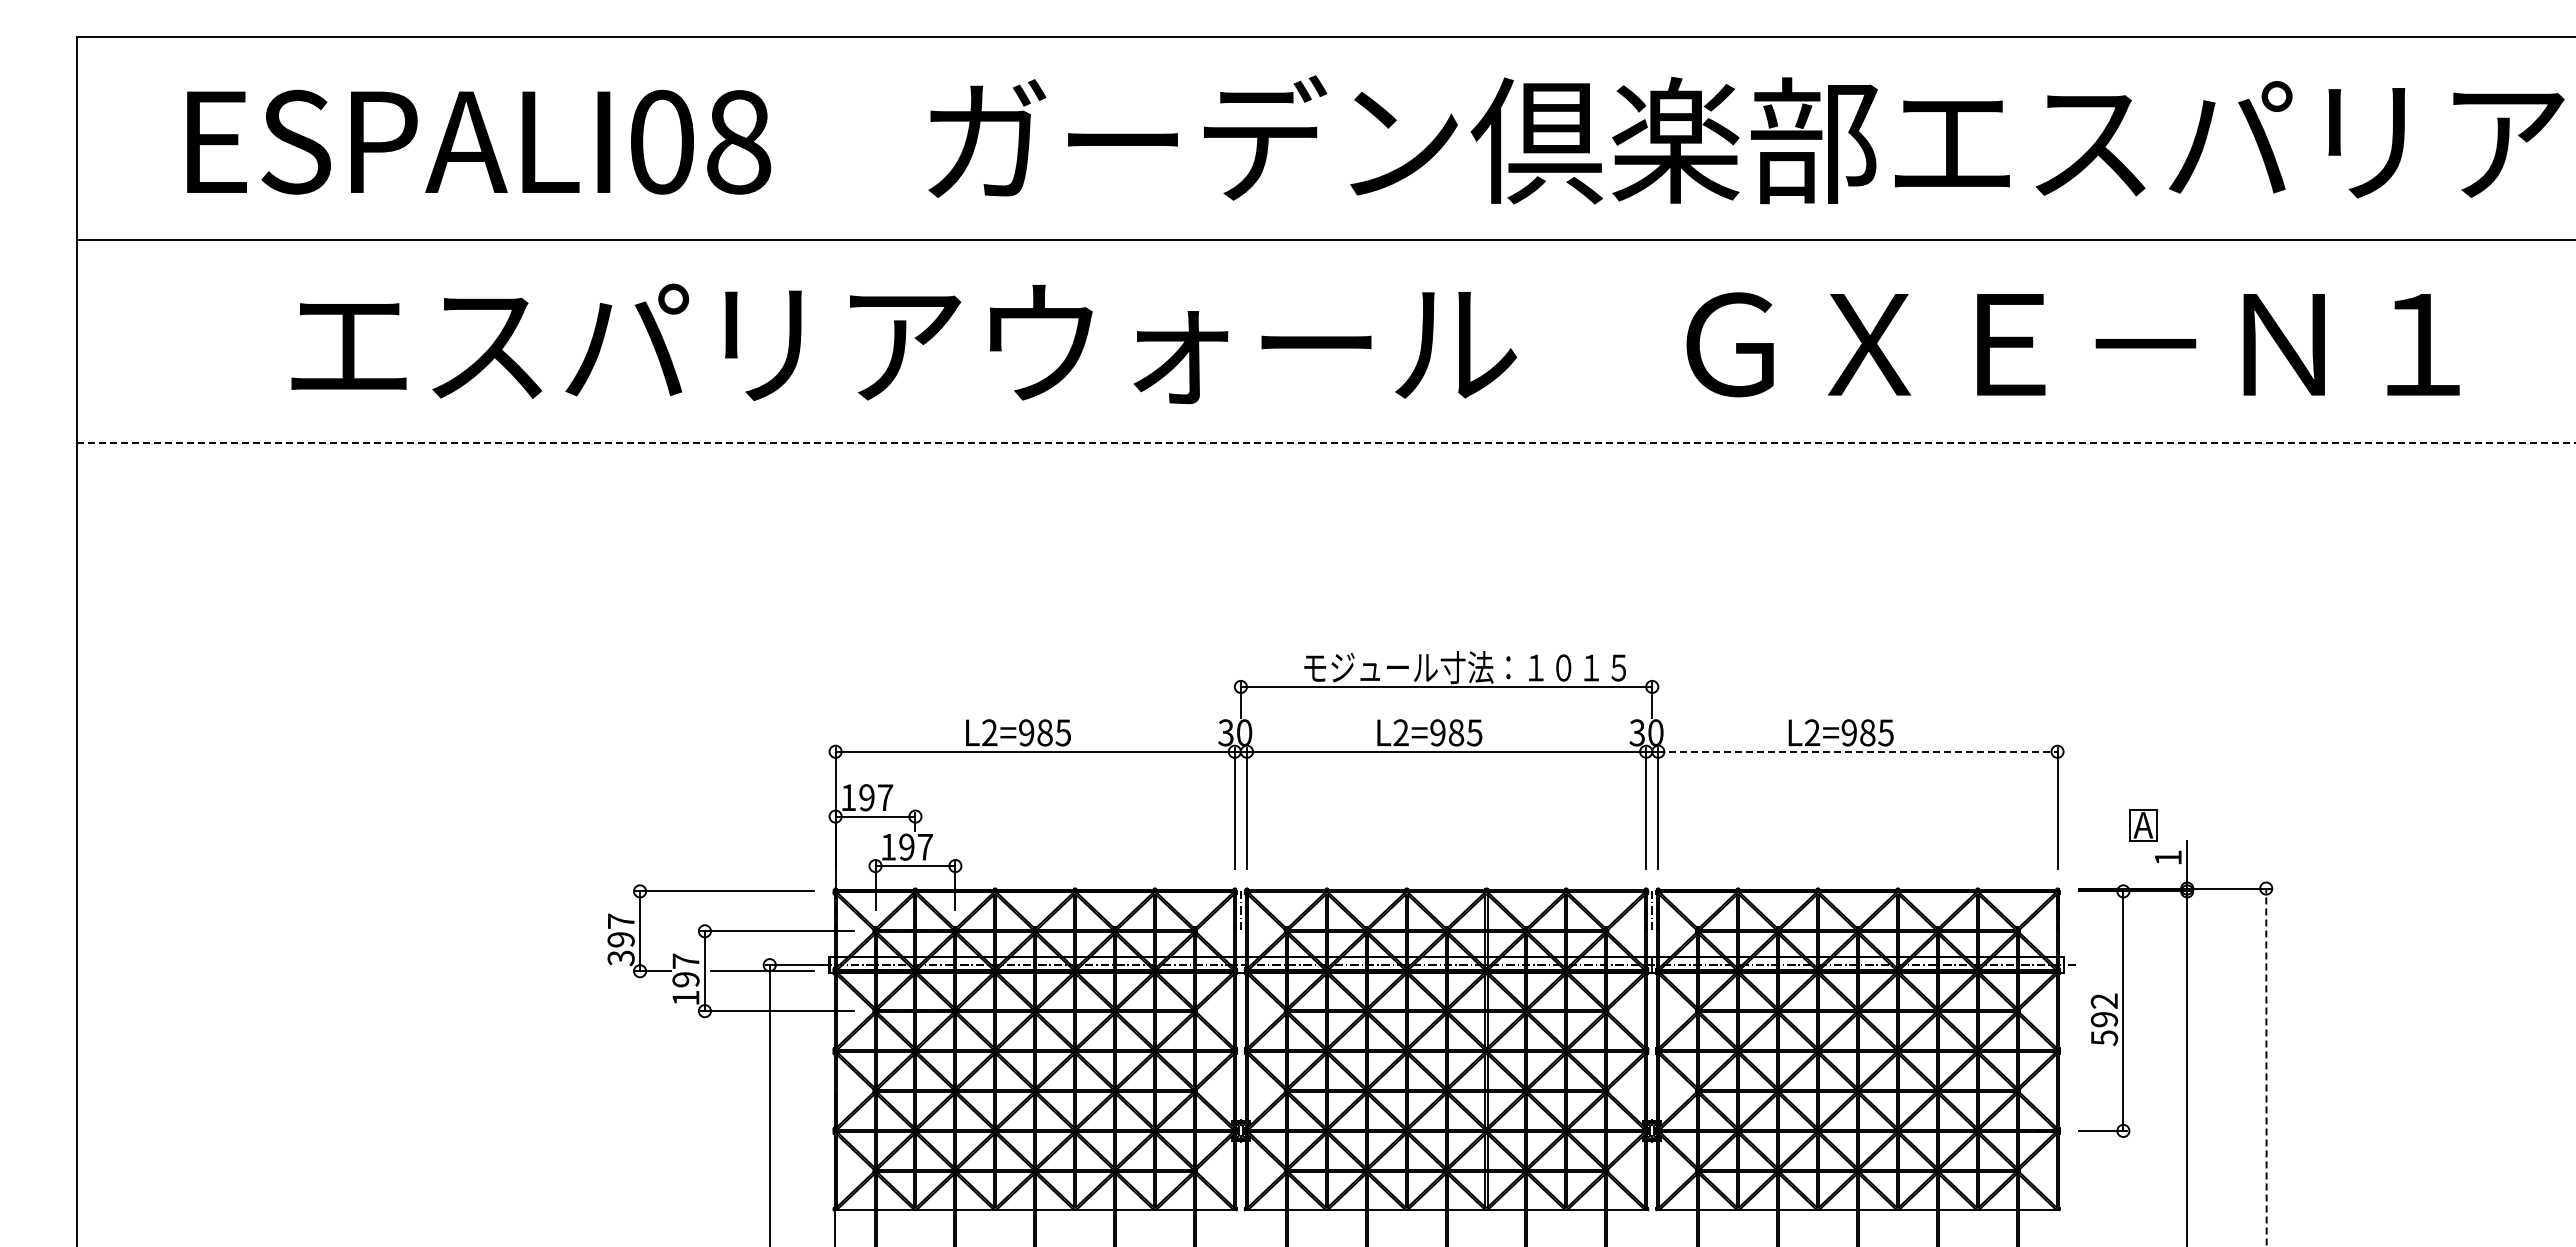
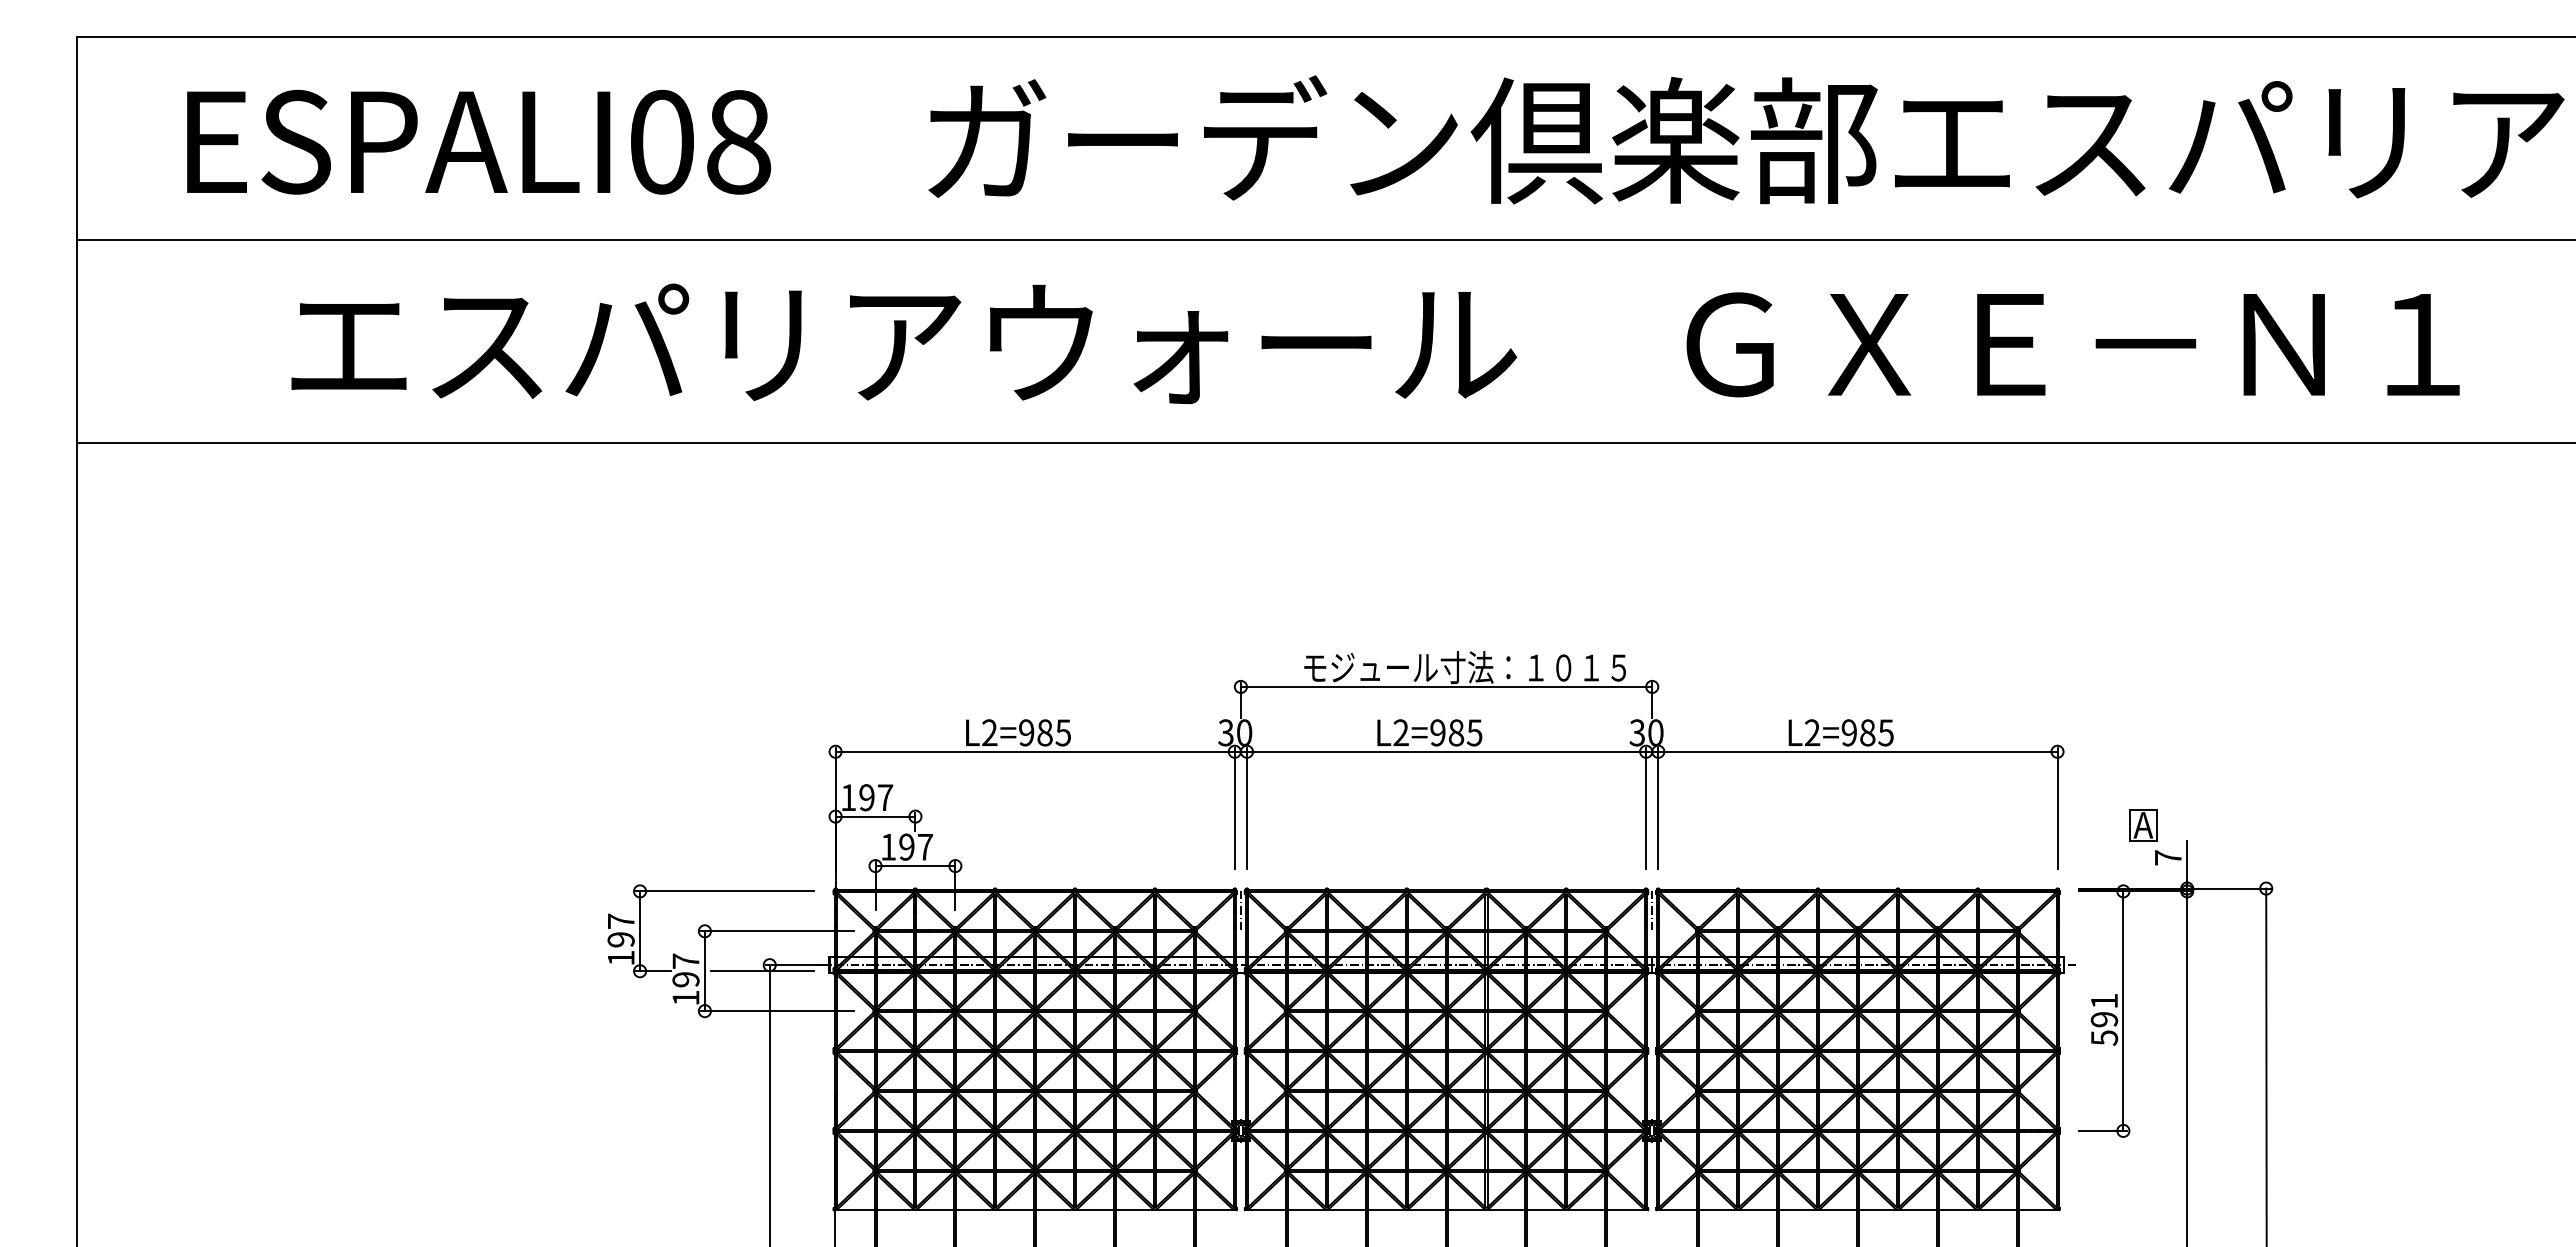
line at (1326, 442): dashed -> solid
line at (1857, 751): dashed -> solid
text at (2168, 857): 1 -> 7
text at (620, 958): 397 -> 197
text at (2103, 1000): 592 -> 591
line at (2266, 1067): dashed -> solid
